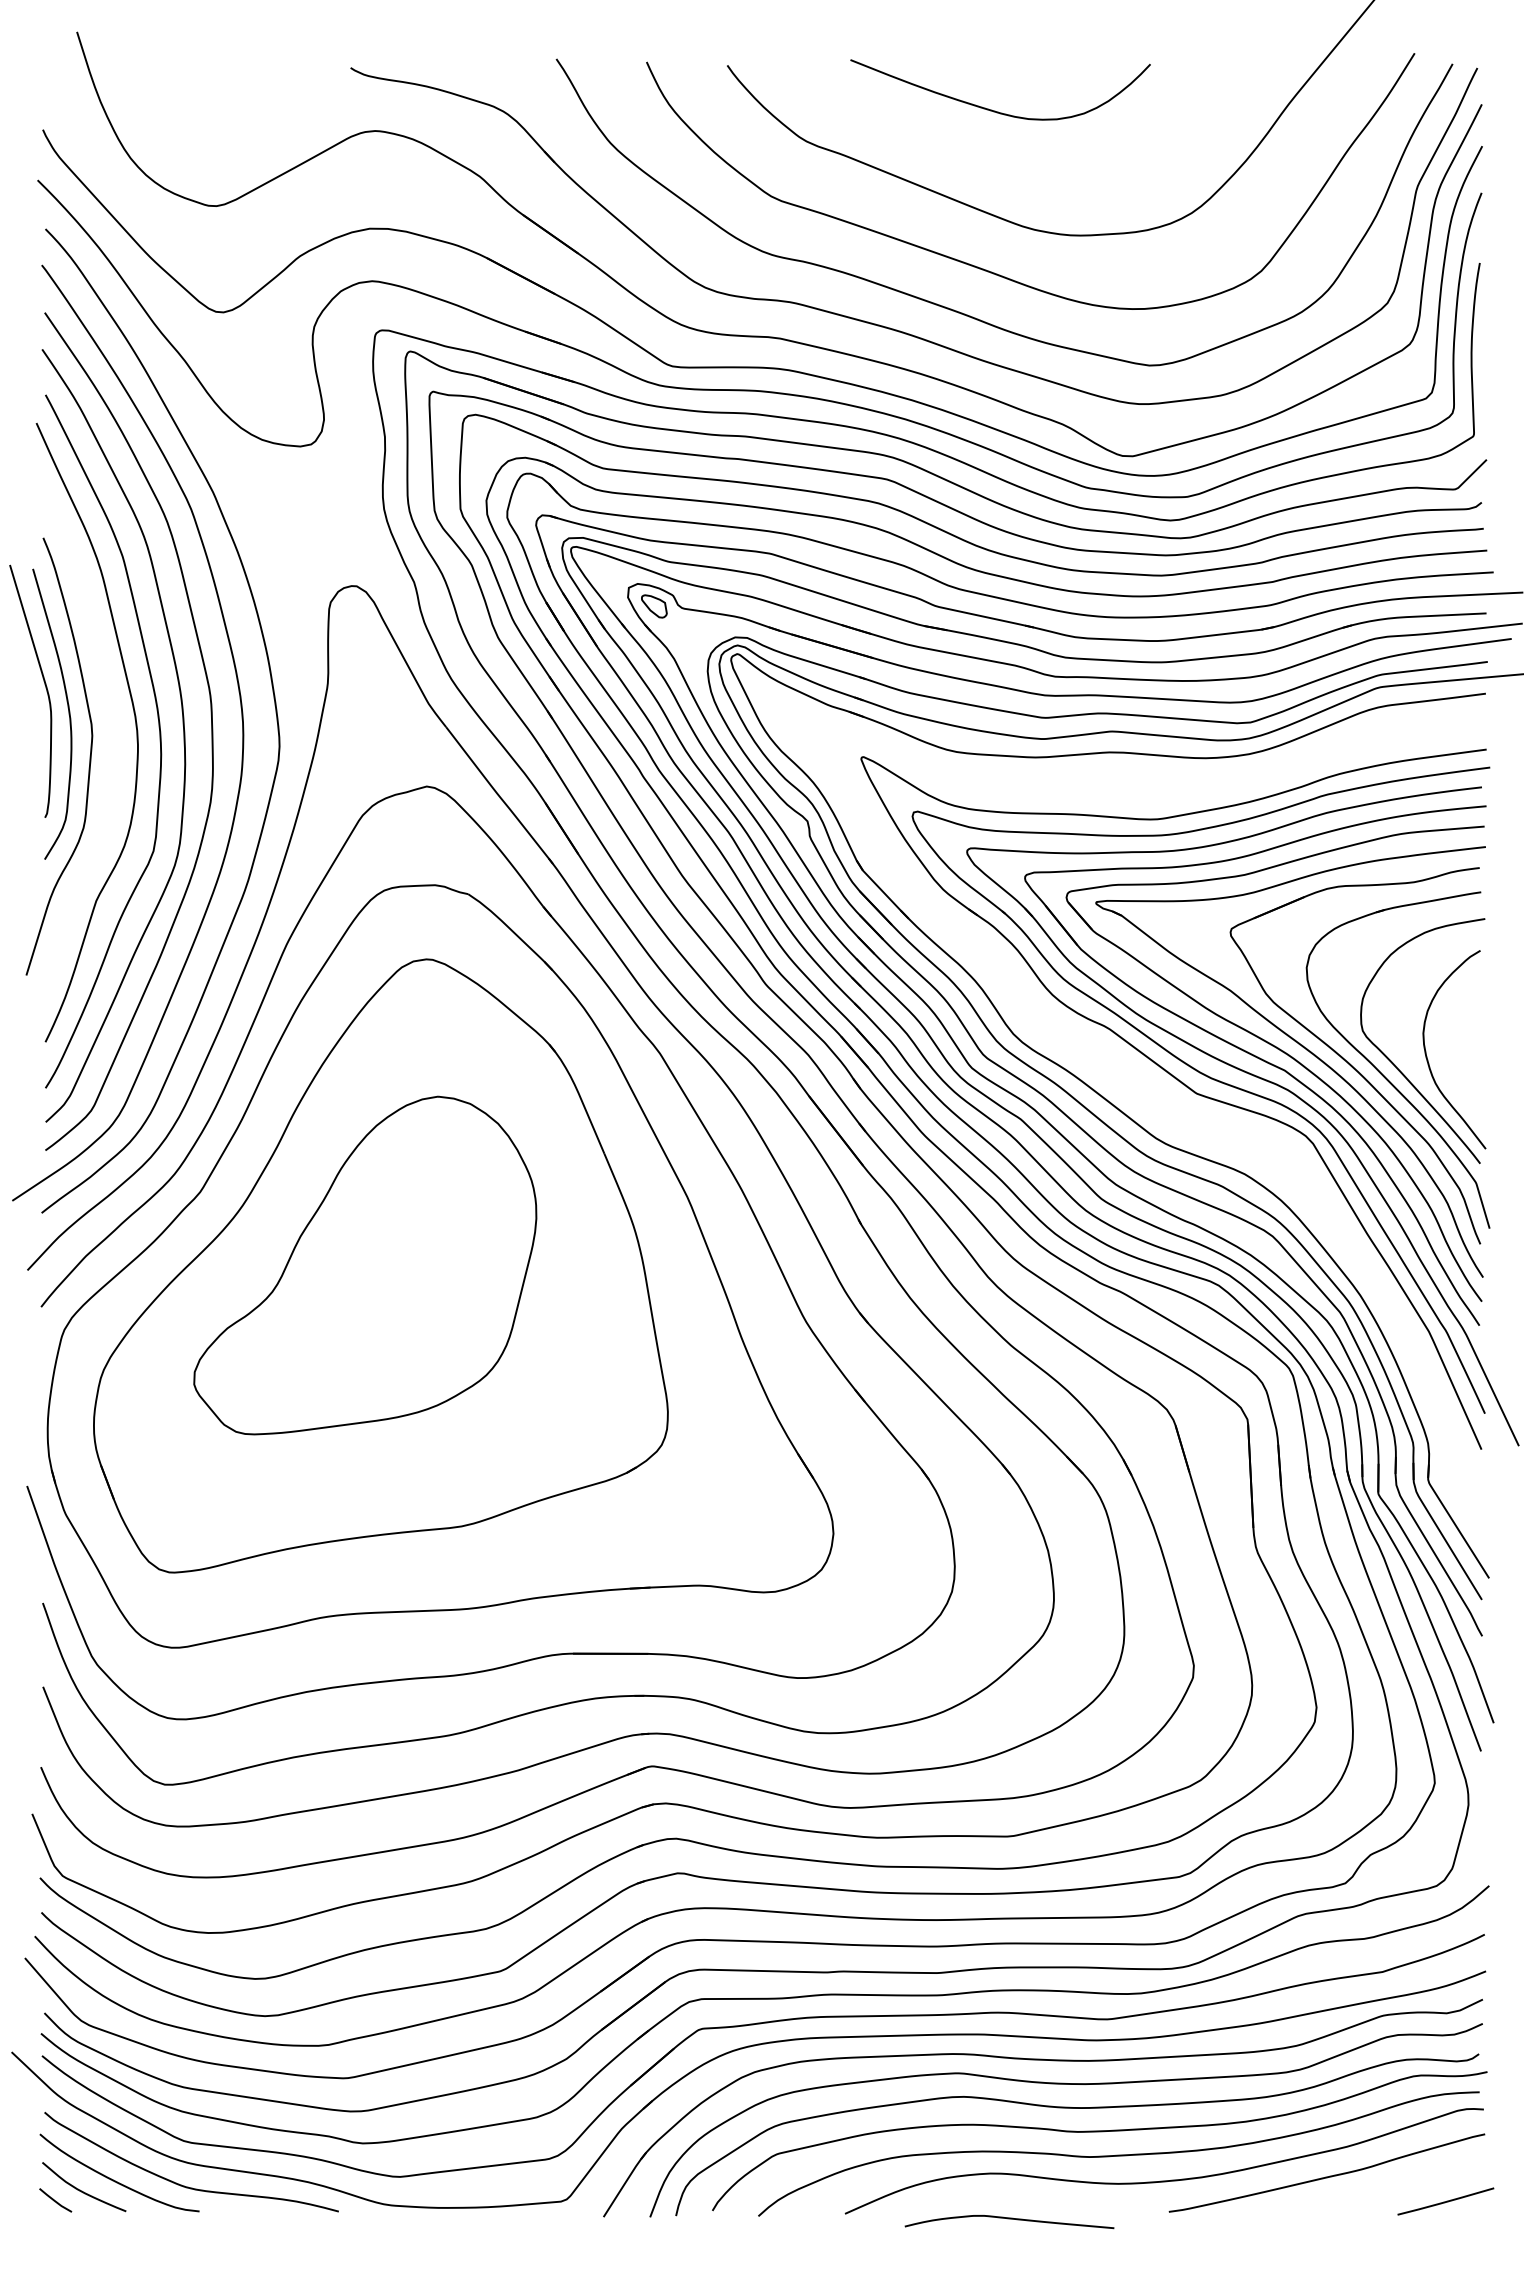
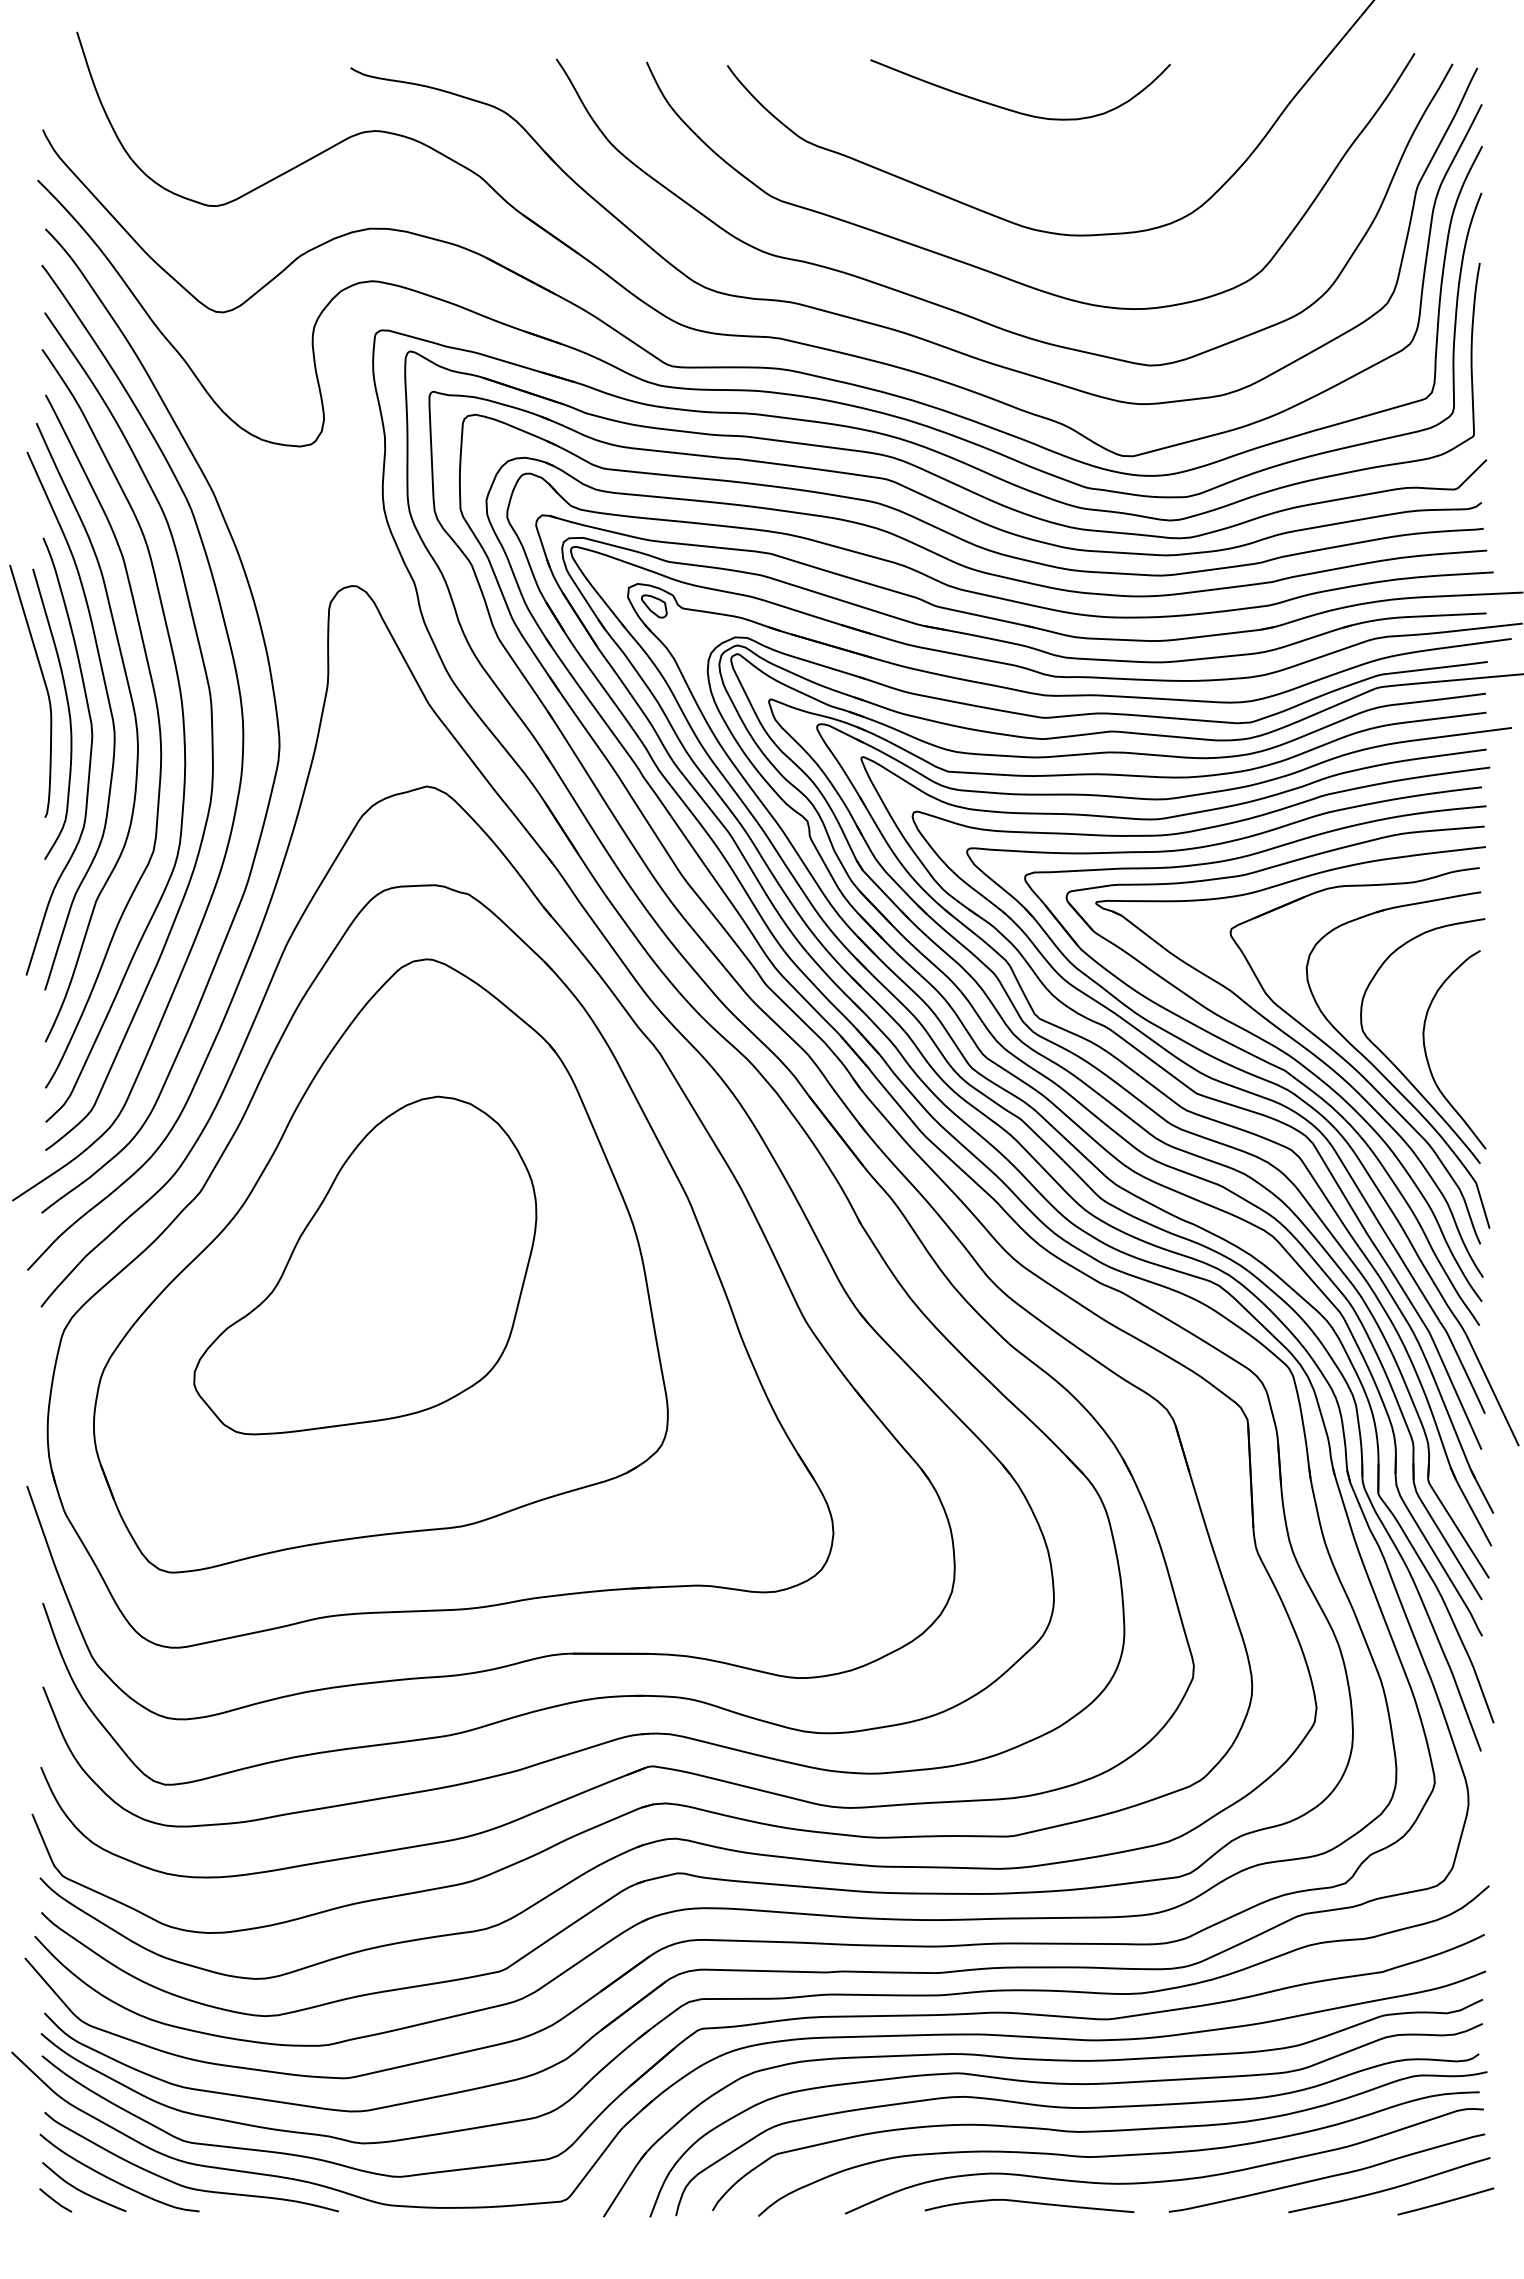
curve at (995, 110) position: (995, 110) -> (1015, 110)
curve at (110, 714): none -> present
part at (1150, 1110): none -> present
curve at (1391, 2187): none -> present
curve at (1009, 2219) position: (1009, 2219) -> (1029, 2203)
